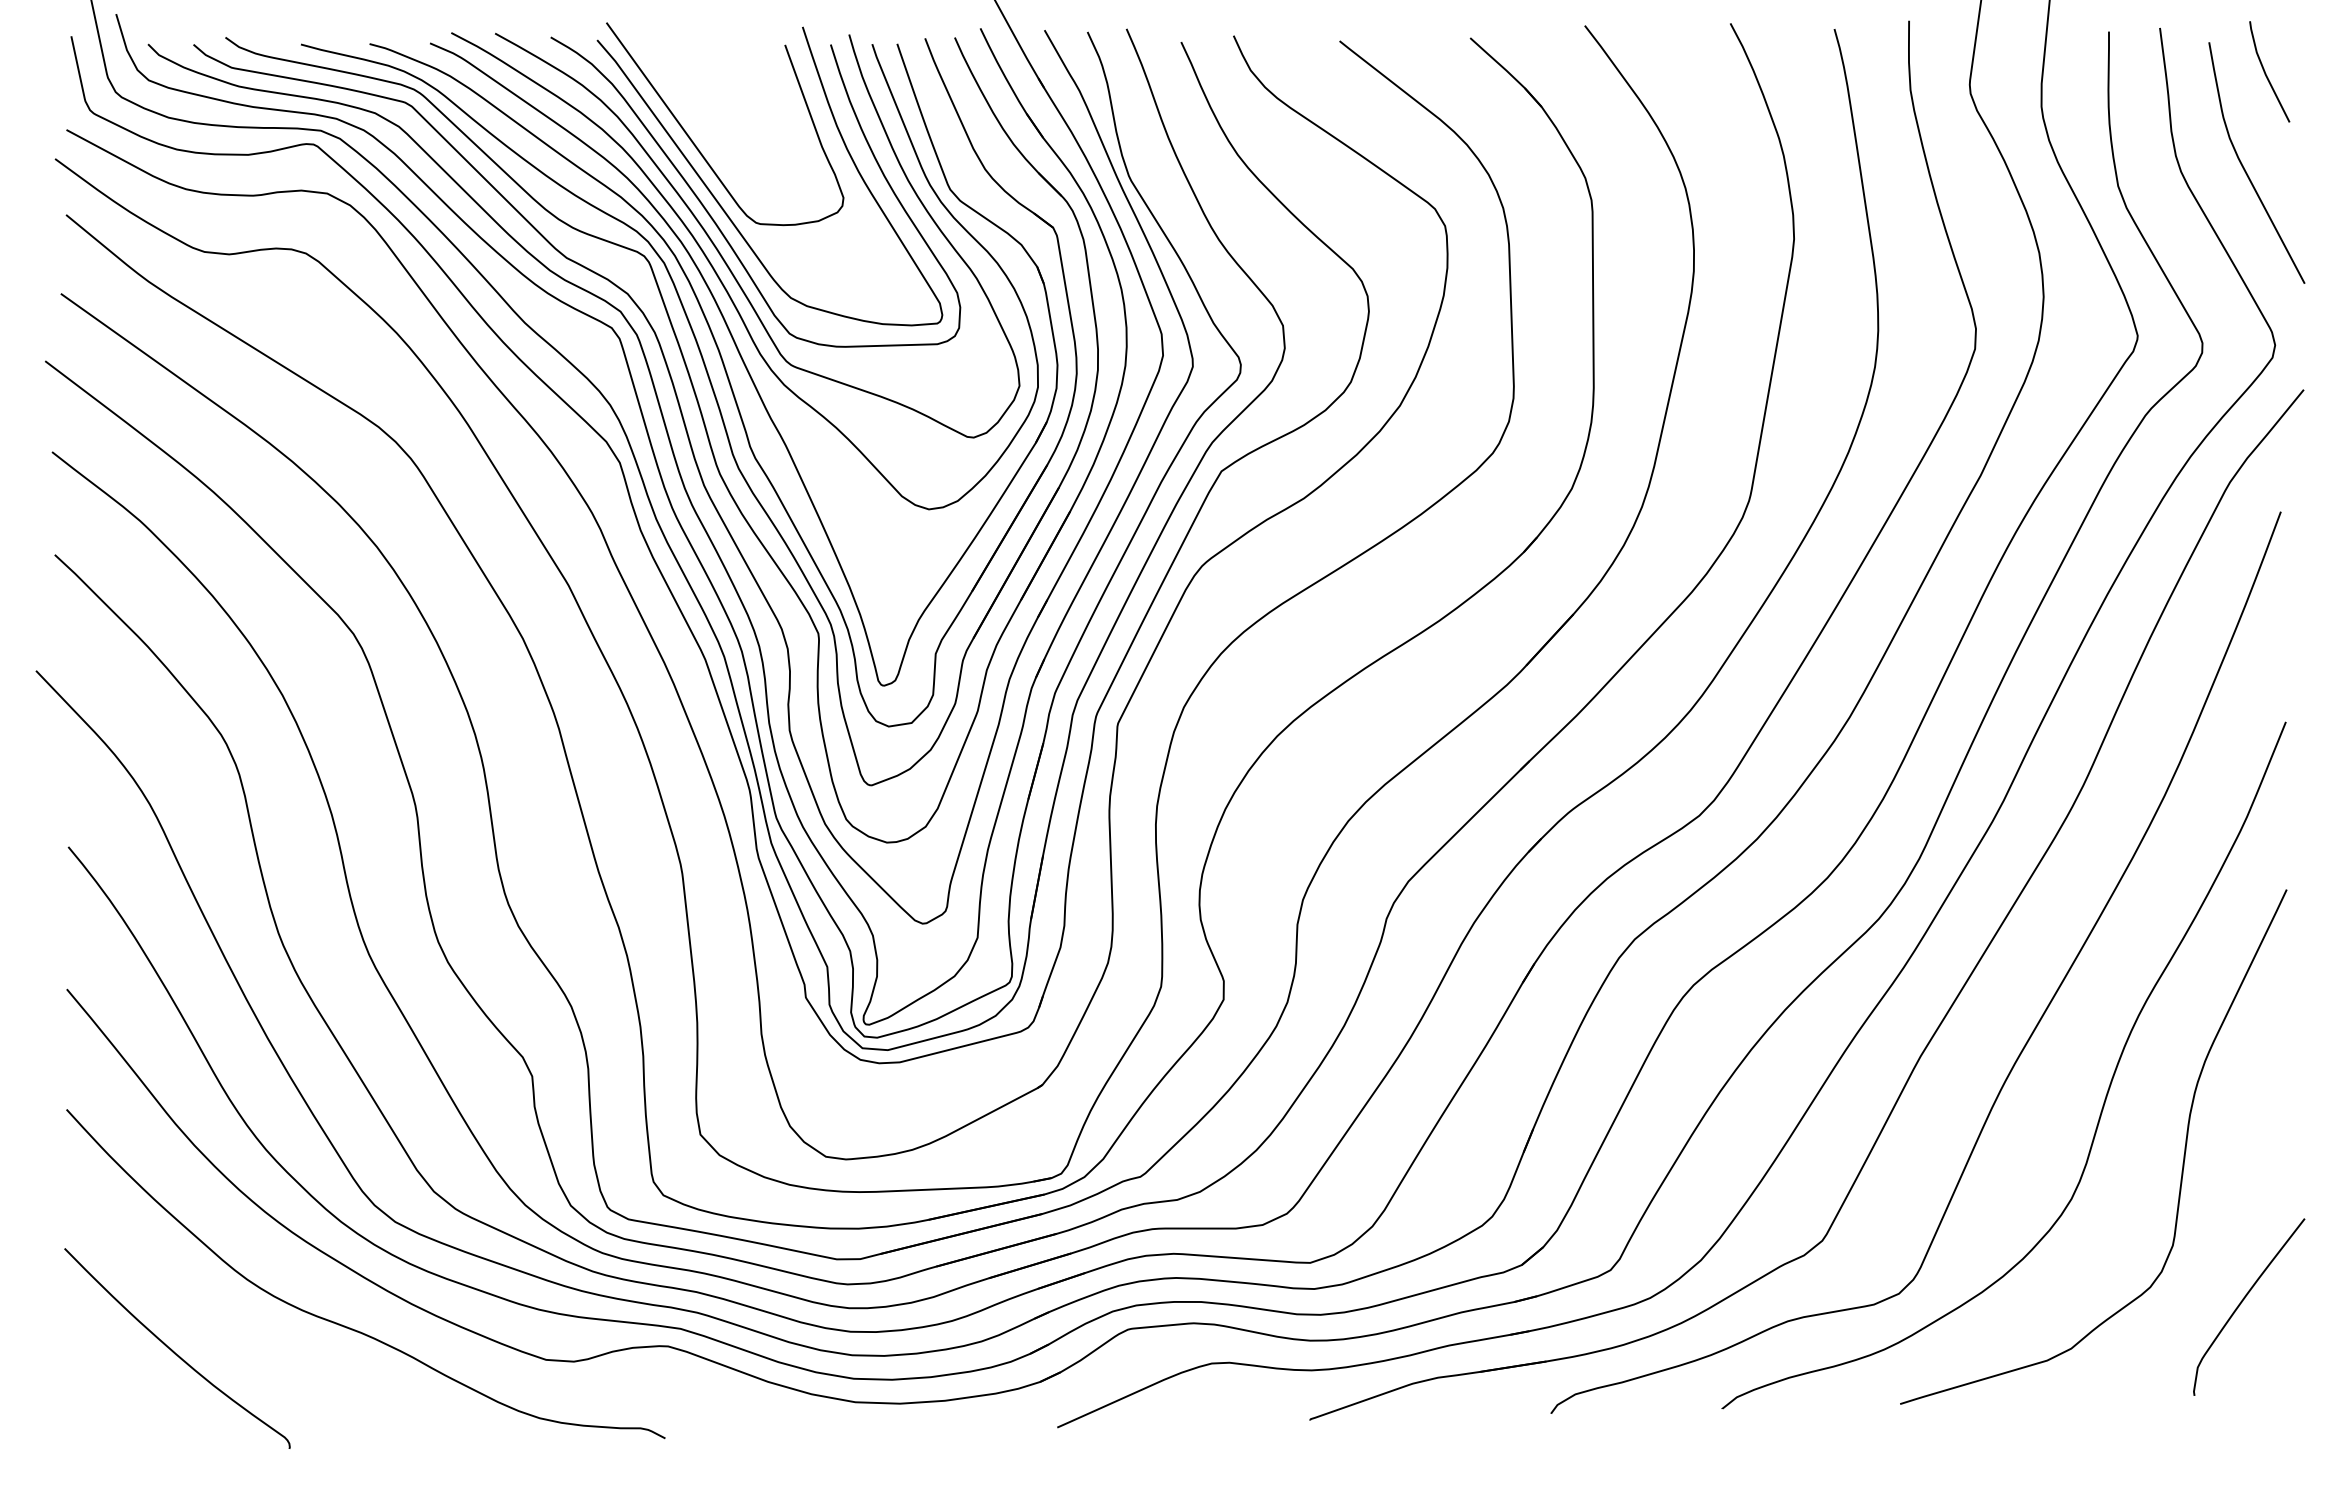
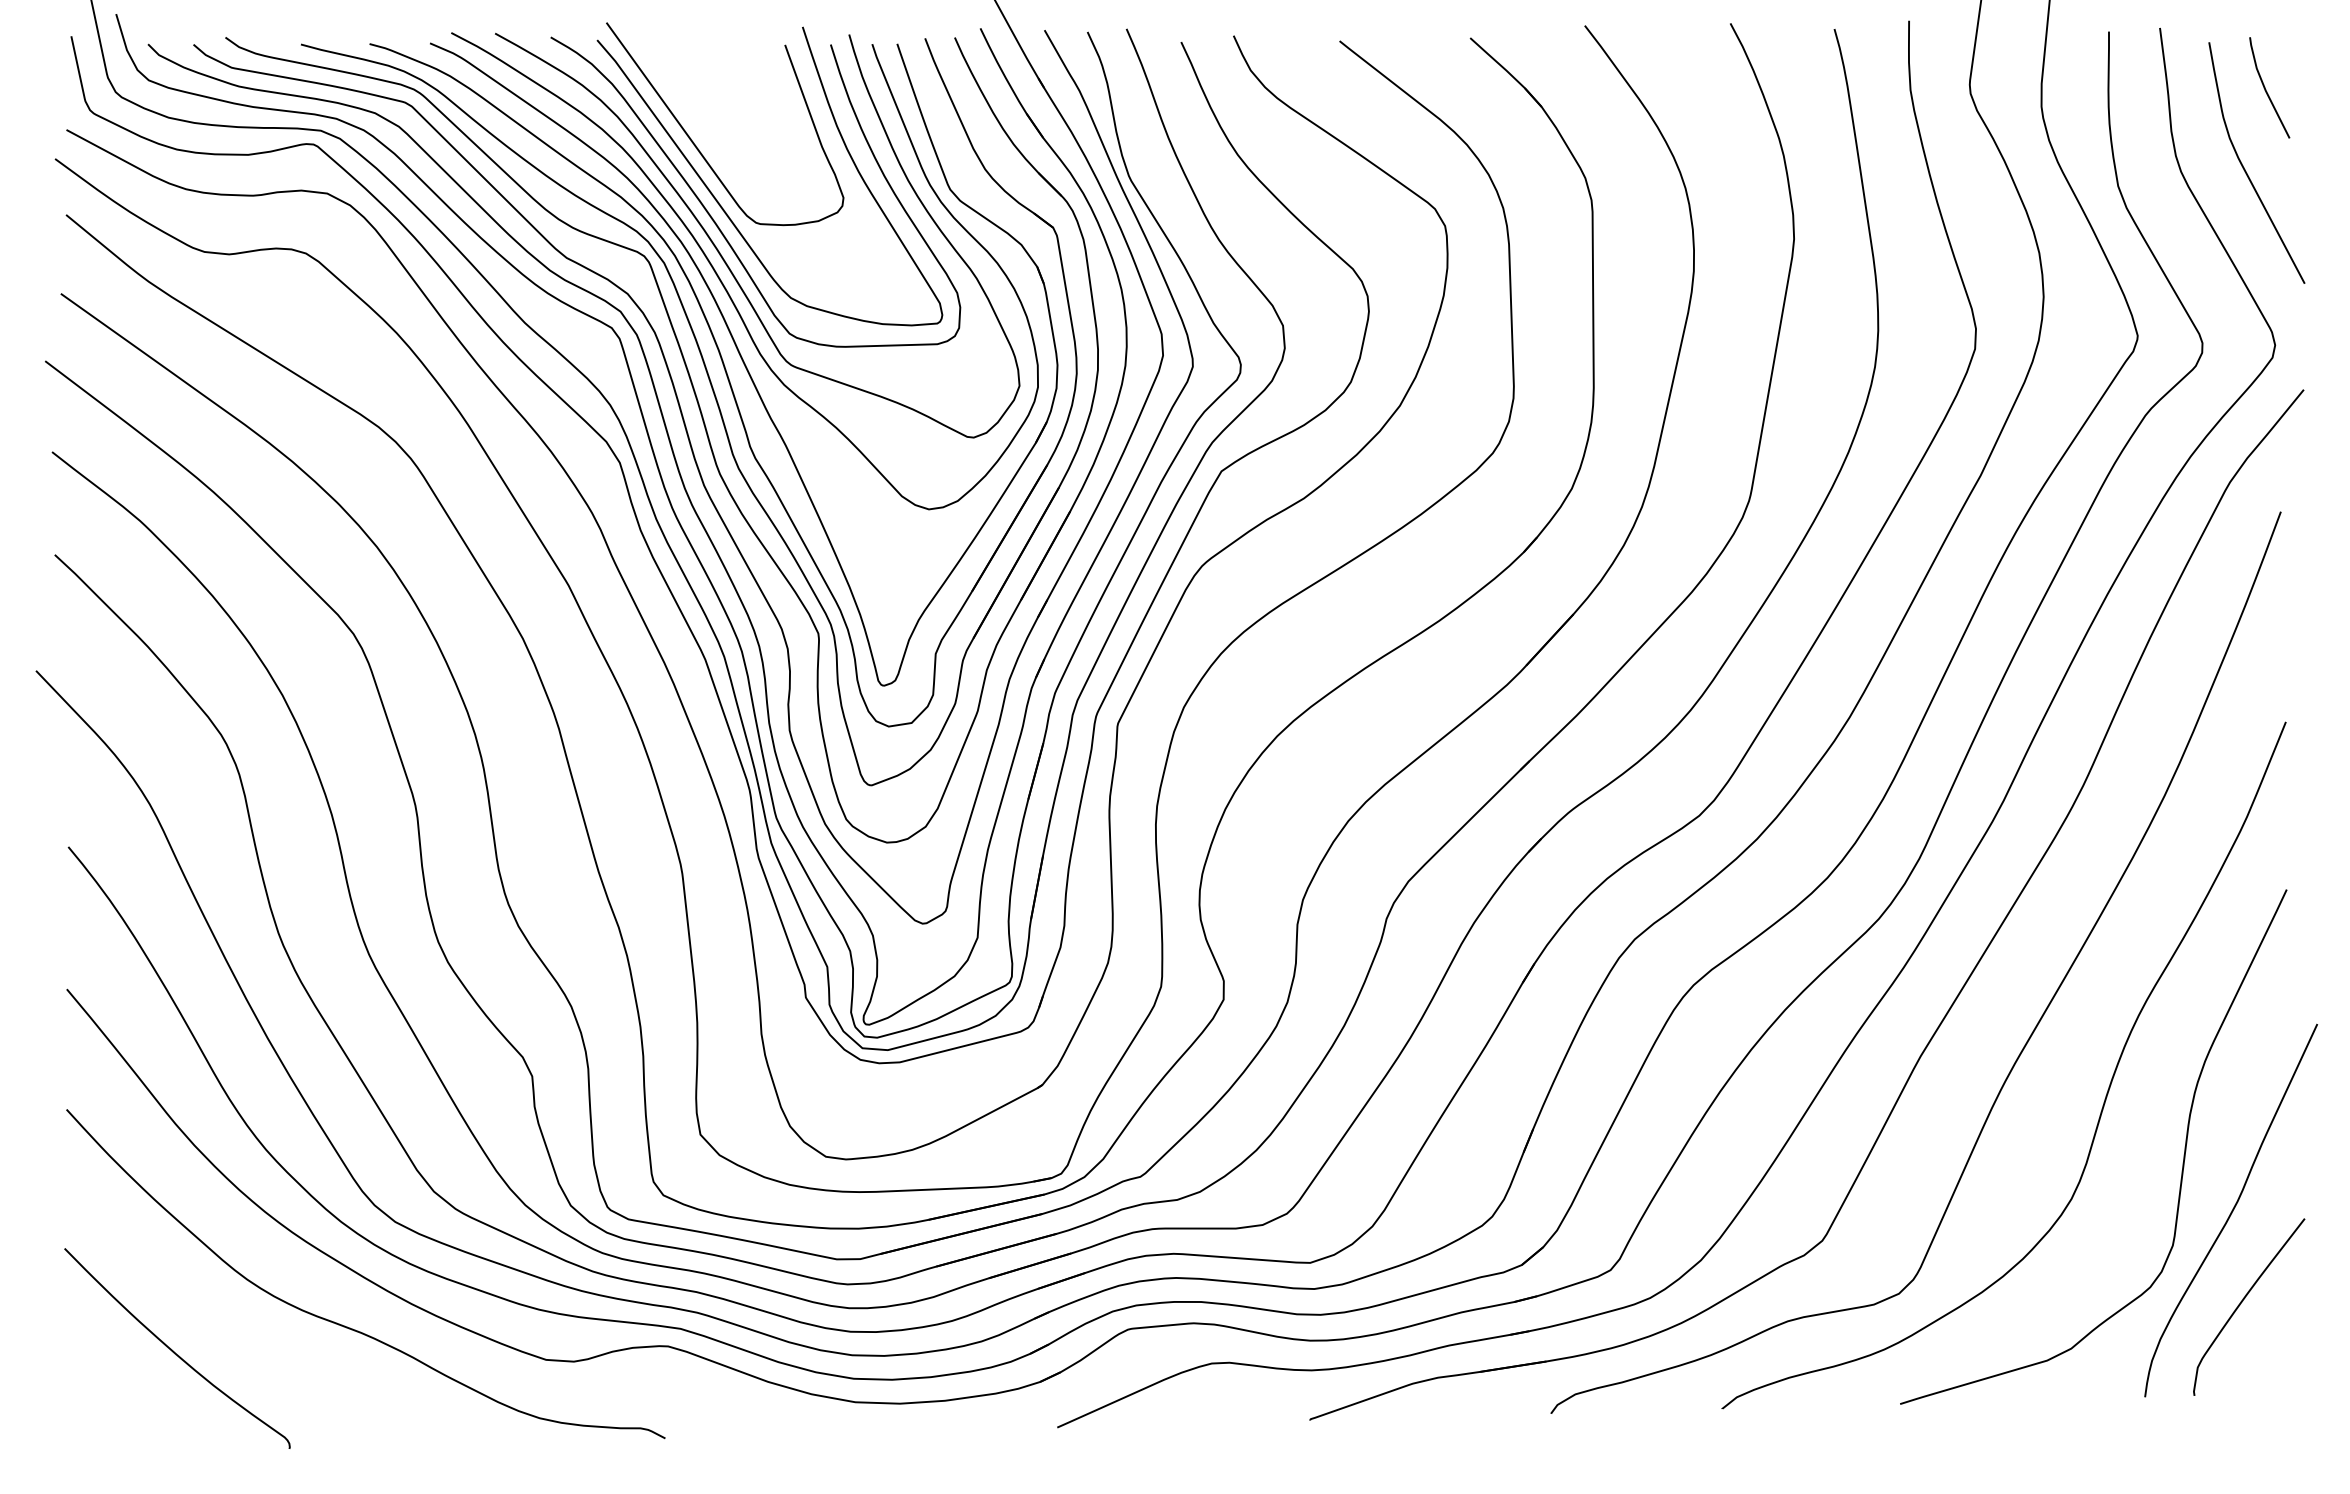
curve at (2266, 73) position: (2266, 73) -> (2266, 89)
curve at (2231, 1210): none -> present
